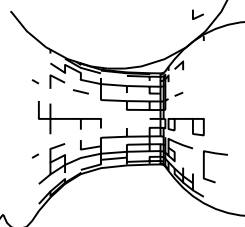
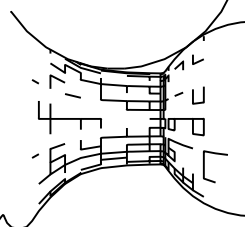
curve at (198, 15) position: (198, 15) -> (198, 60)
line at (80, 91) position: (80, 91) -> (72, 95)
curve at (193, 95): none -> present
